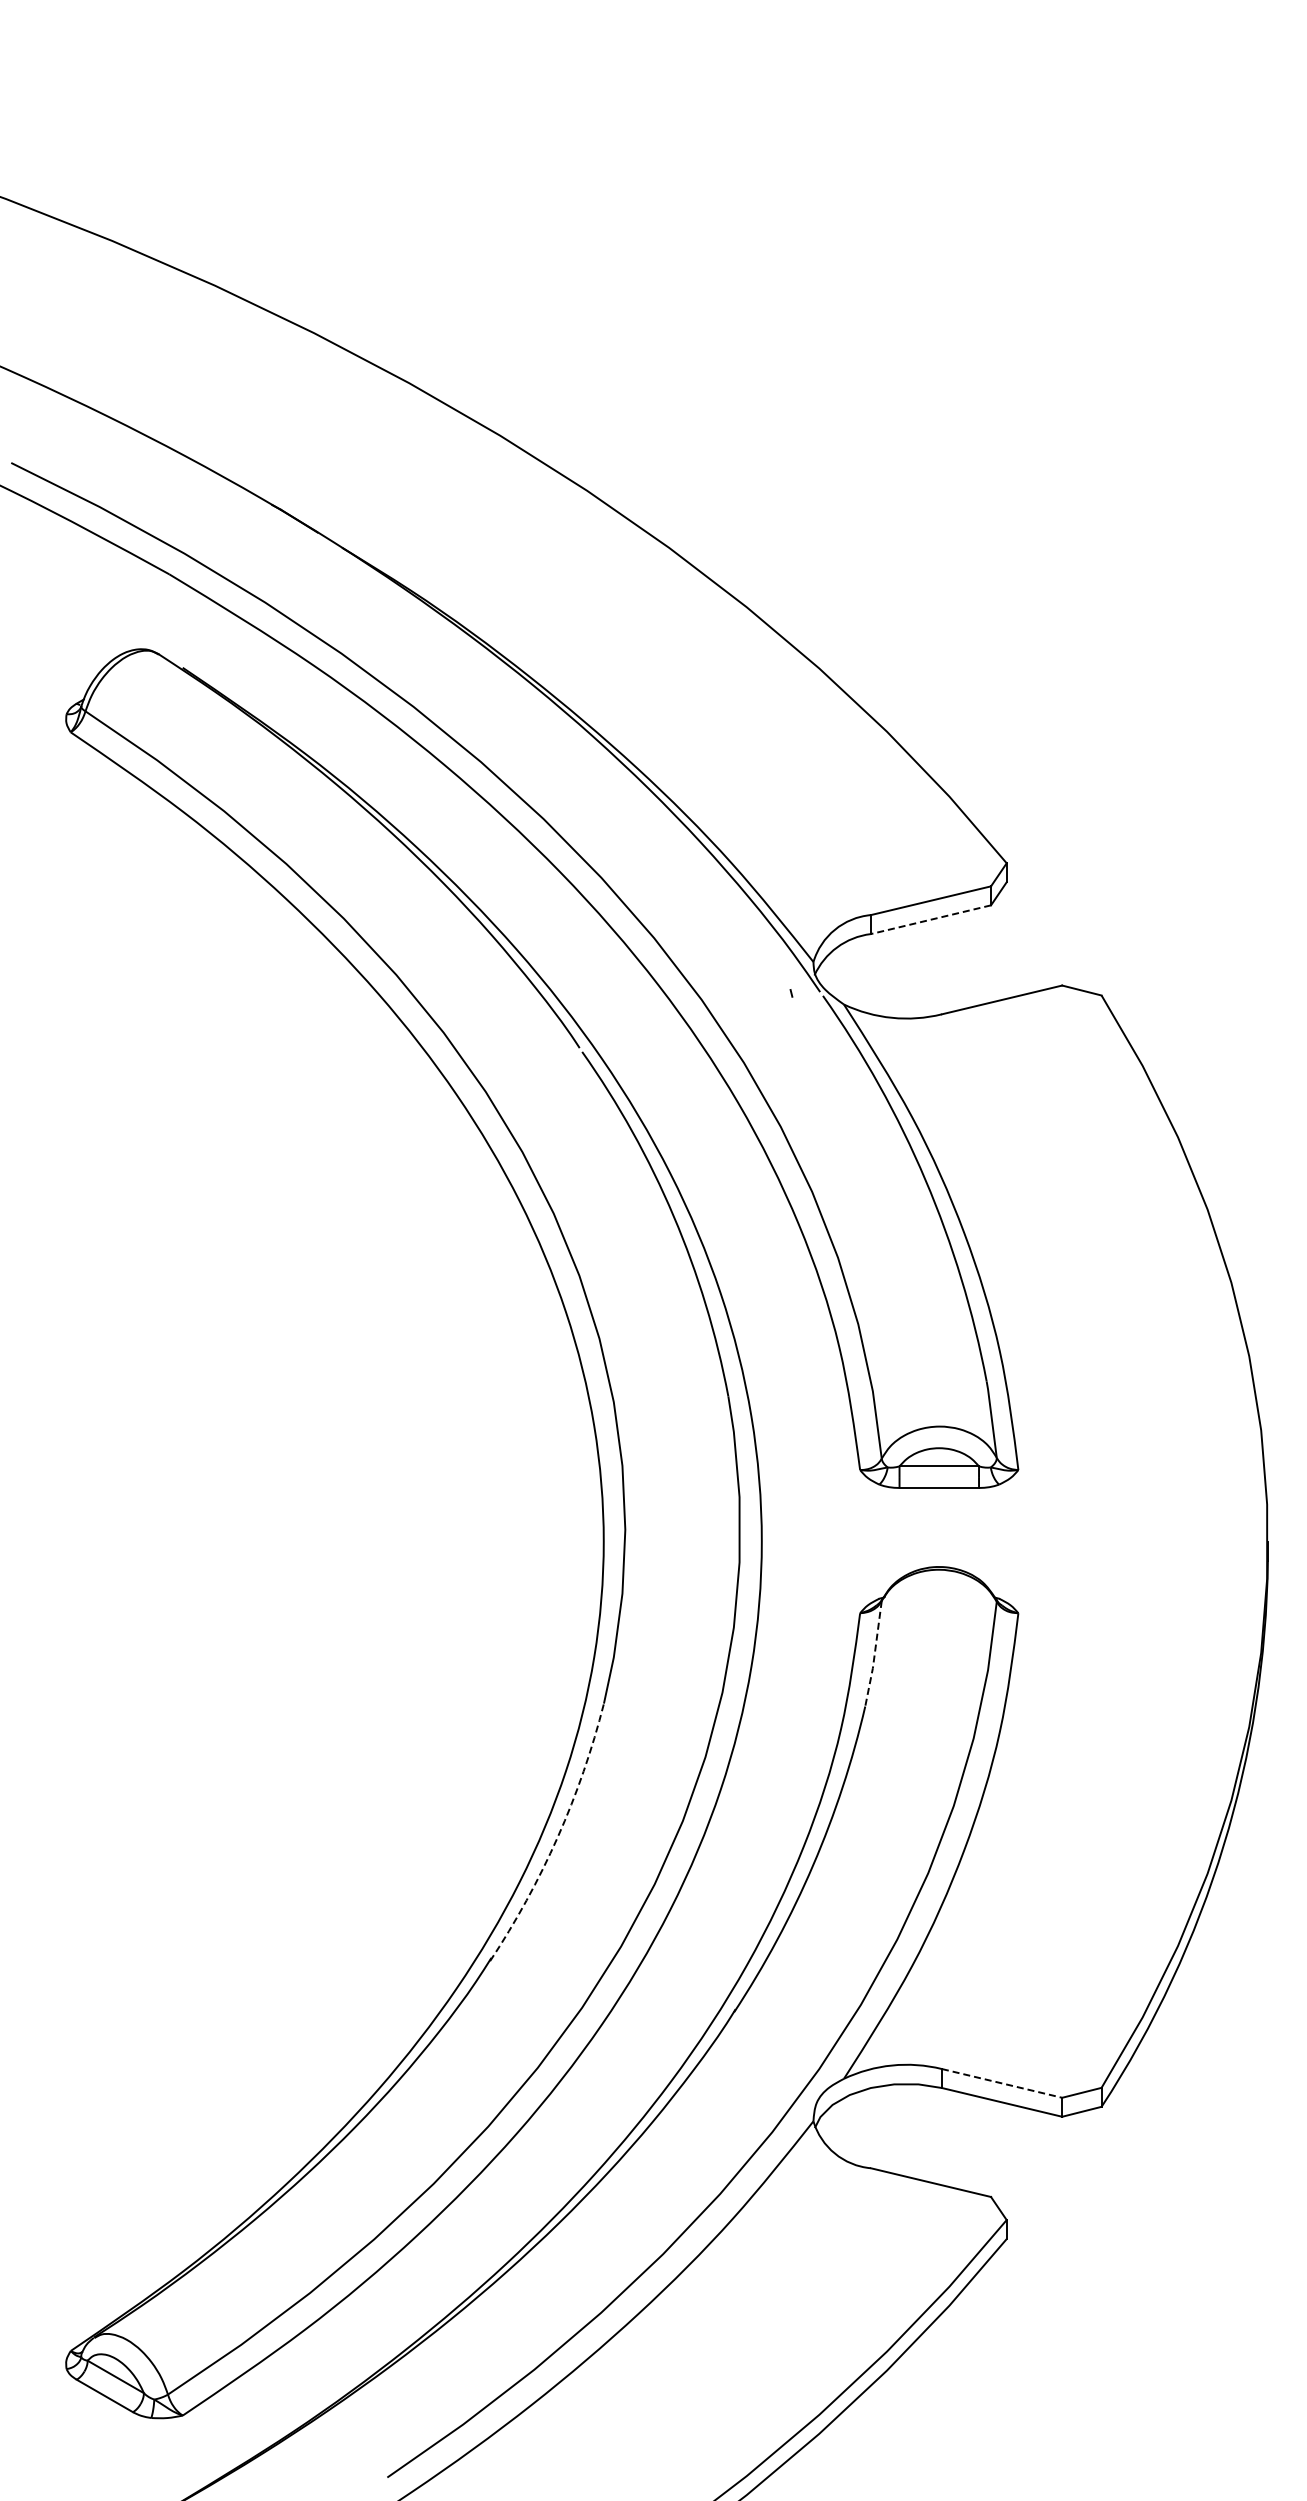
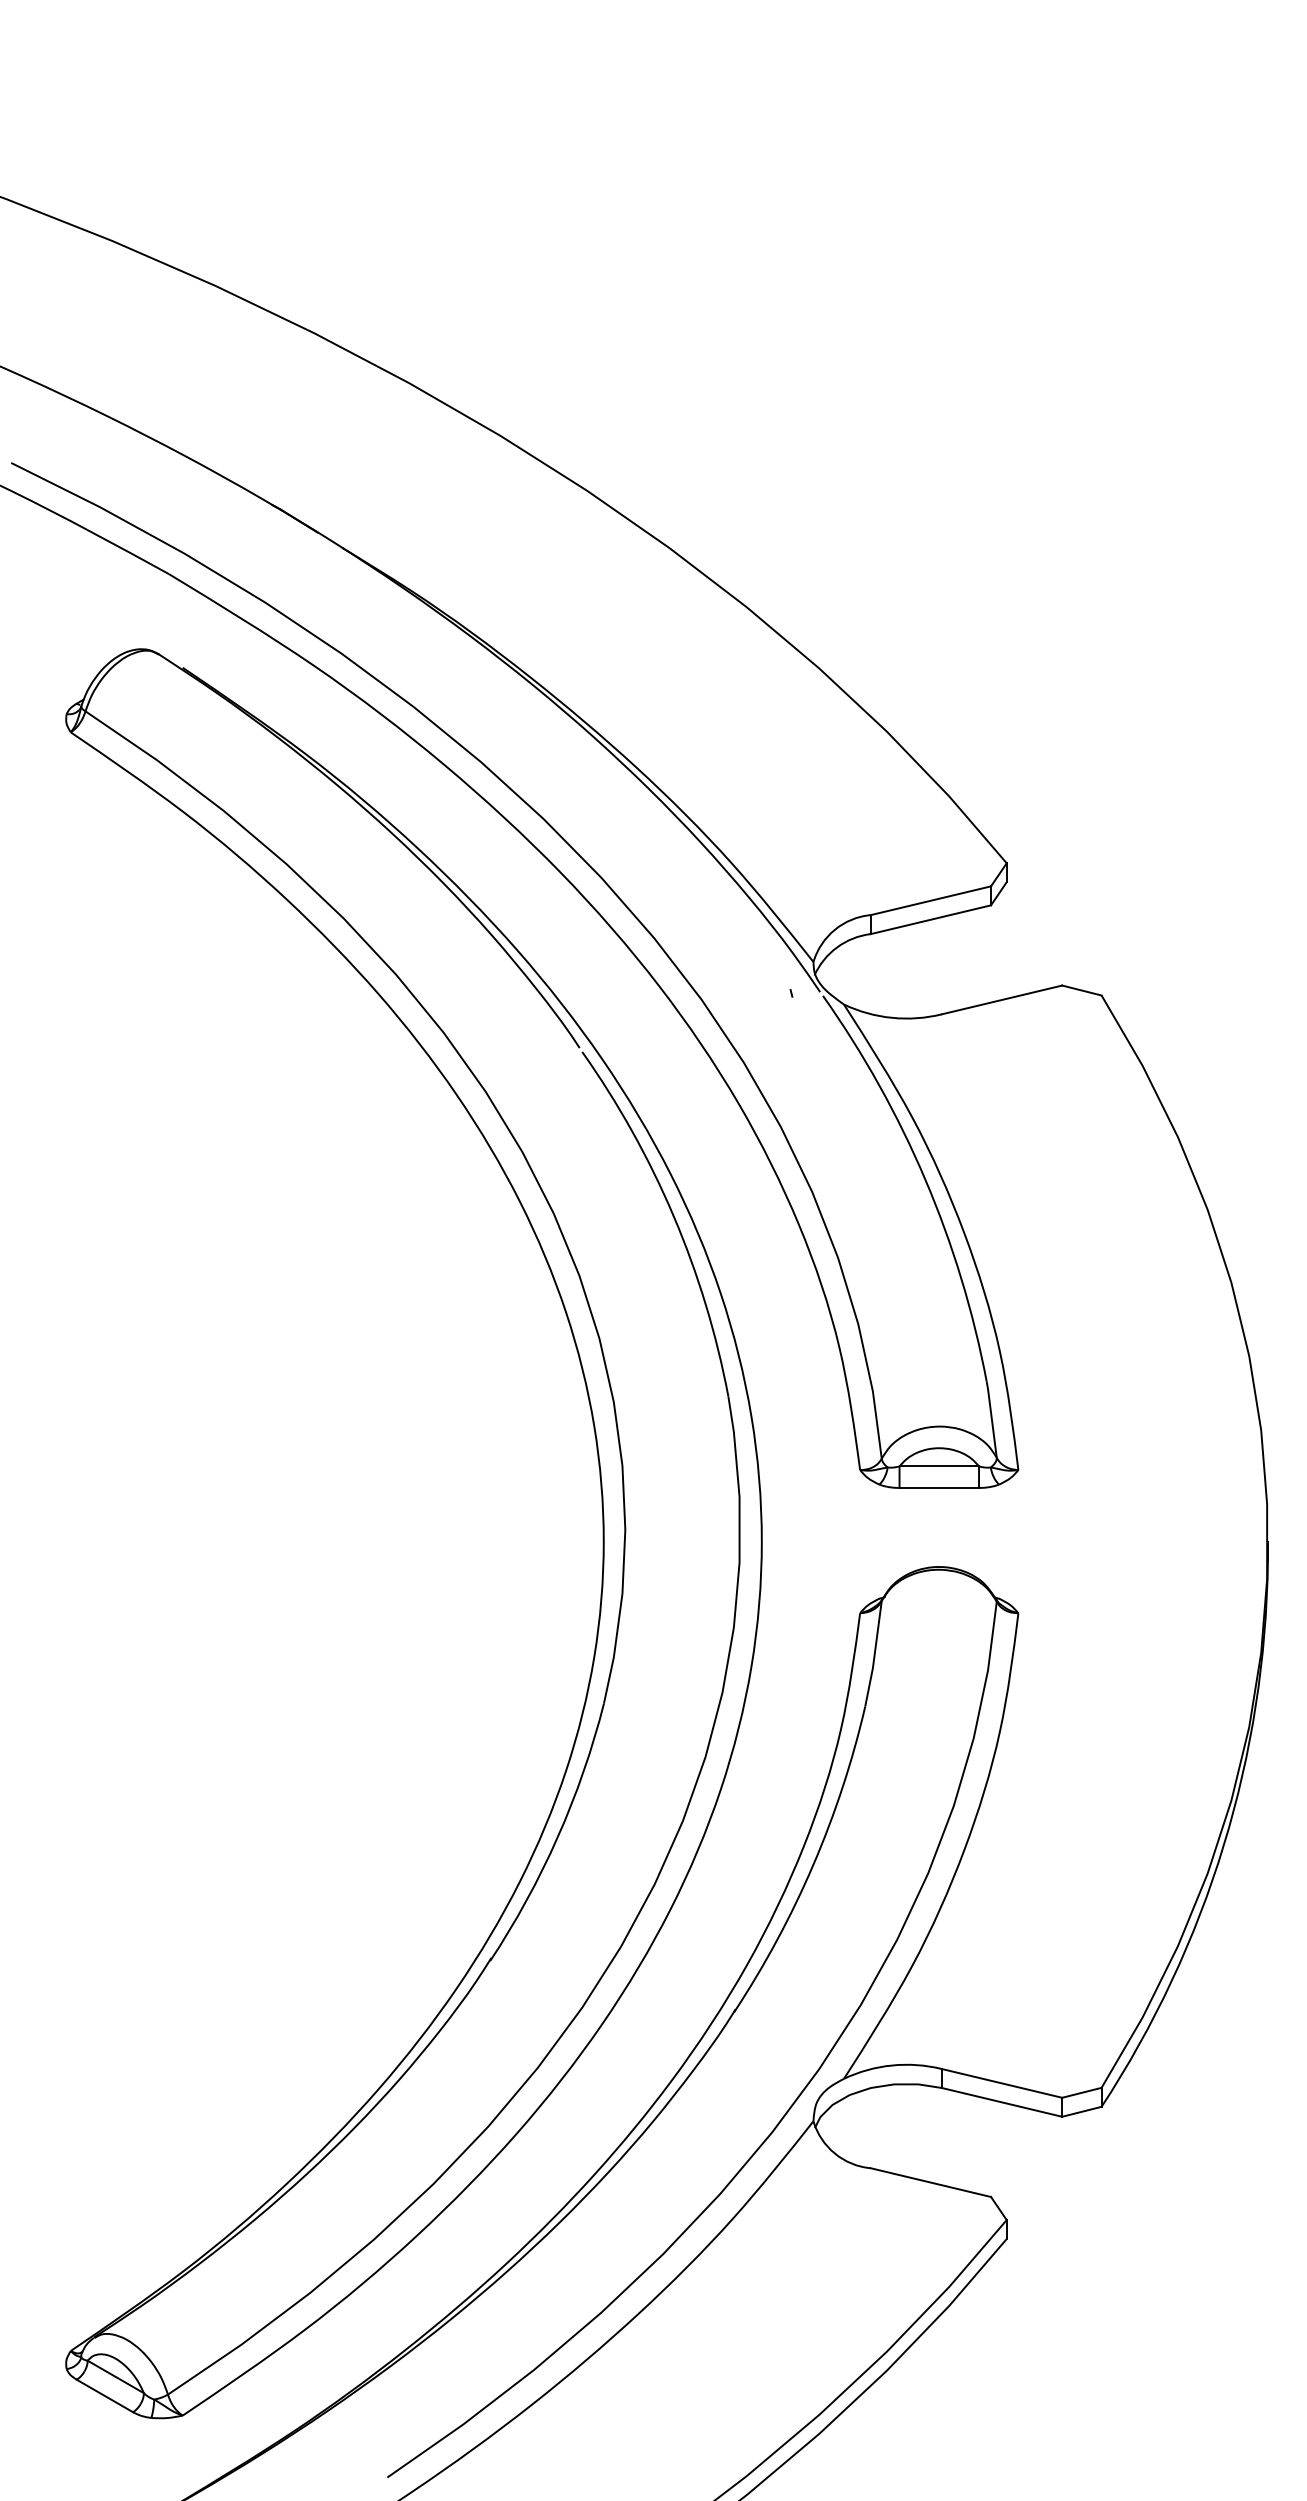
line at (930, 919): dashed -> solid
line at (874, 1654): dashed -> solid
arc at (557, 1837): dashed -> solid
line at (1002, 2083): dashed -> solid
